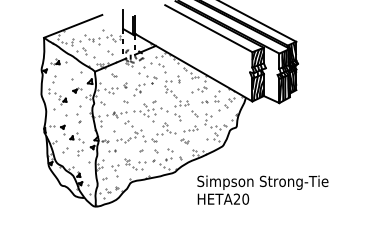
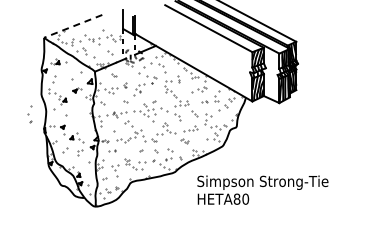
line at (72, 26): solid -> dashed
part at (78, 114) position: (78, 114) -> (29, 114)
text at (236, 198): HETA20 -> HETA80
